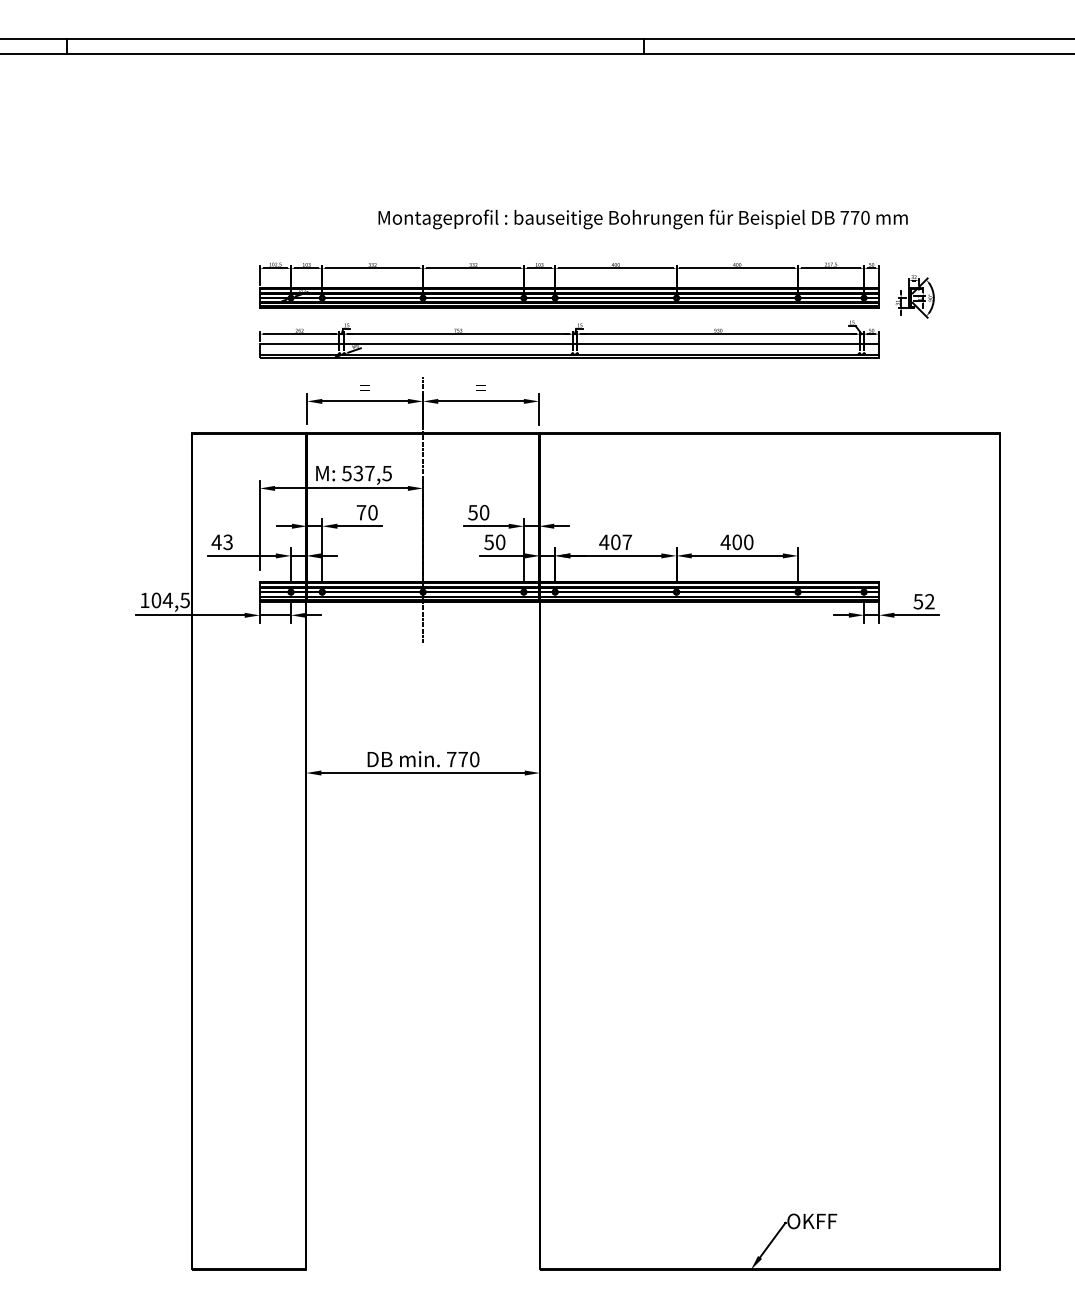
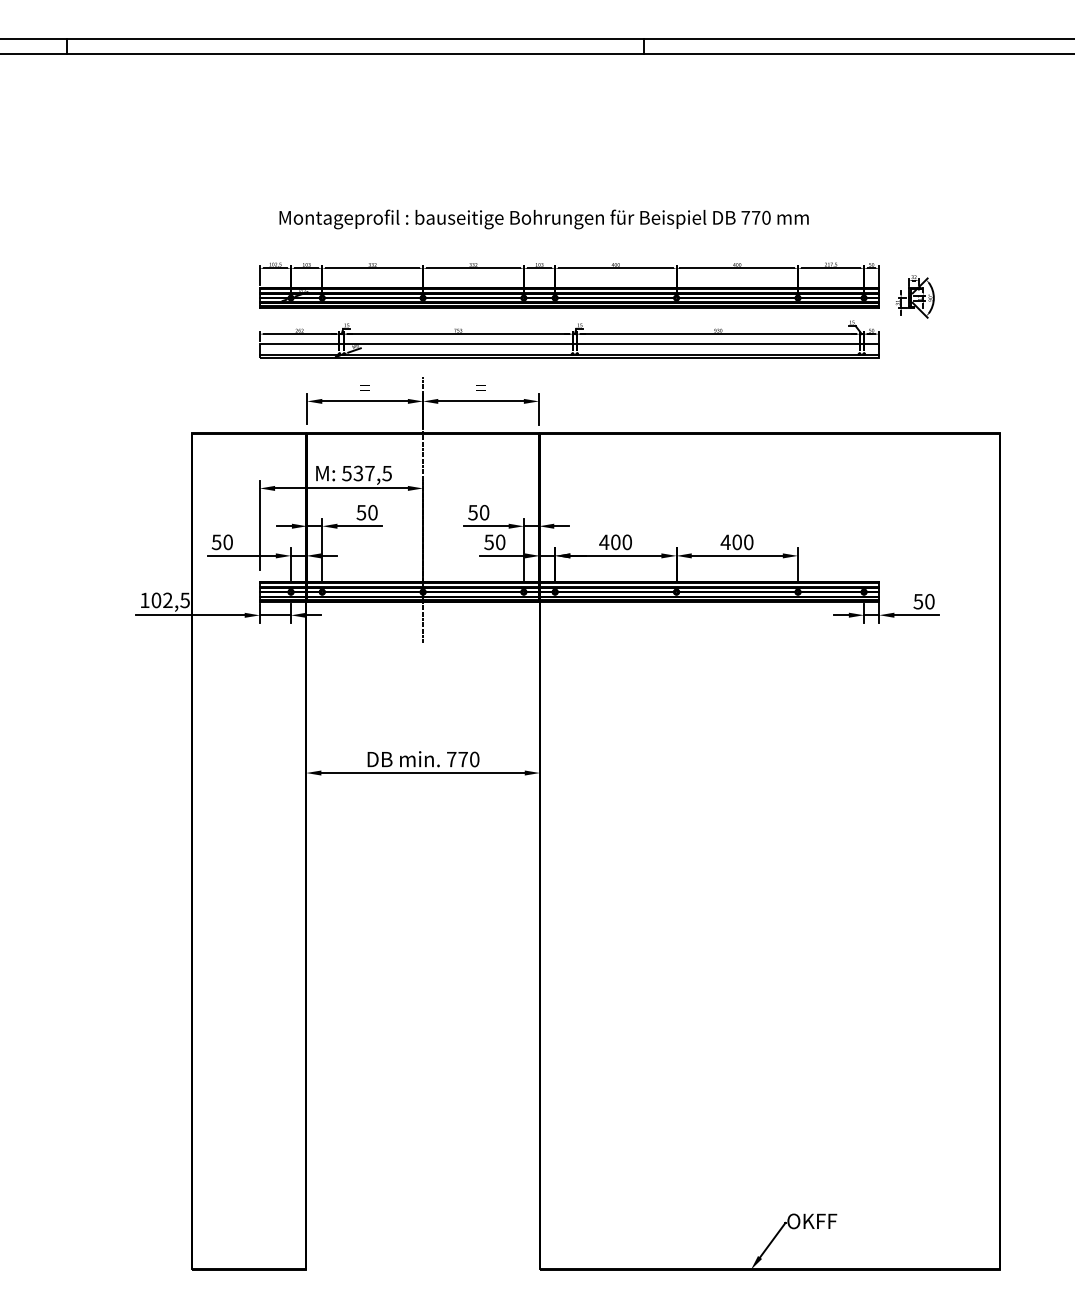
text at (642, 219) position: (642, 219) -> (543, 219)
text at (361, 512): 70 -> 50
text at (221, 542): 43 -> 50
text at (627, 542): 407 -> 400
text at (167, 599): 104,5 -> 102,5
text at (929, 601): 52 -> 50
